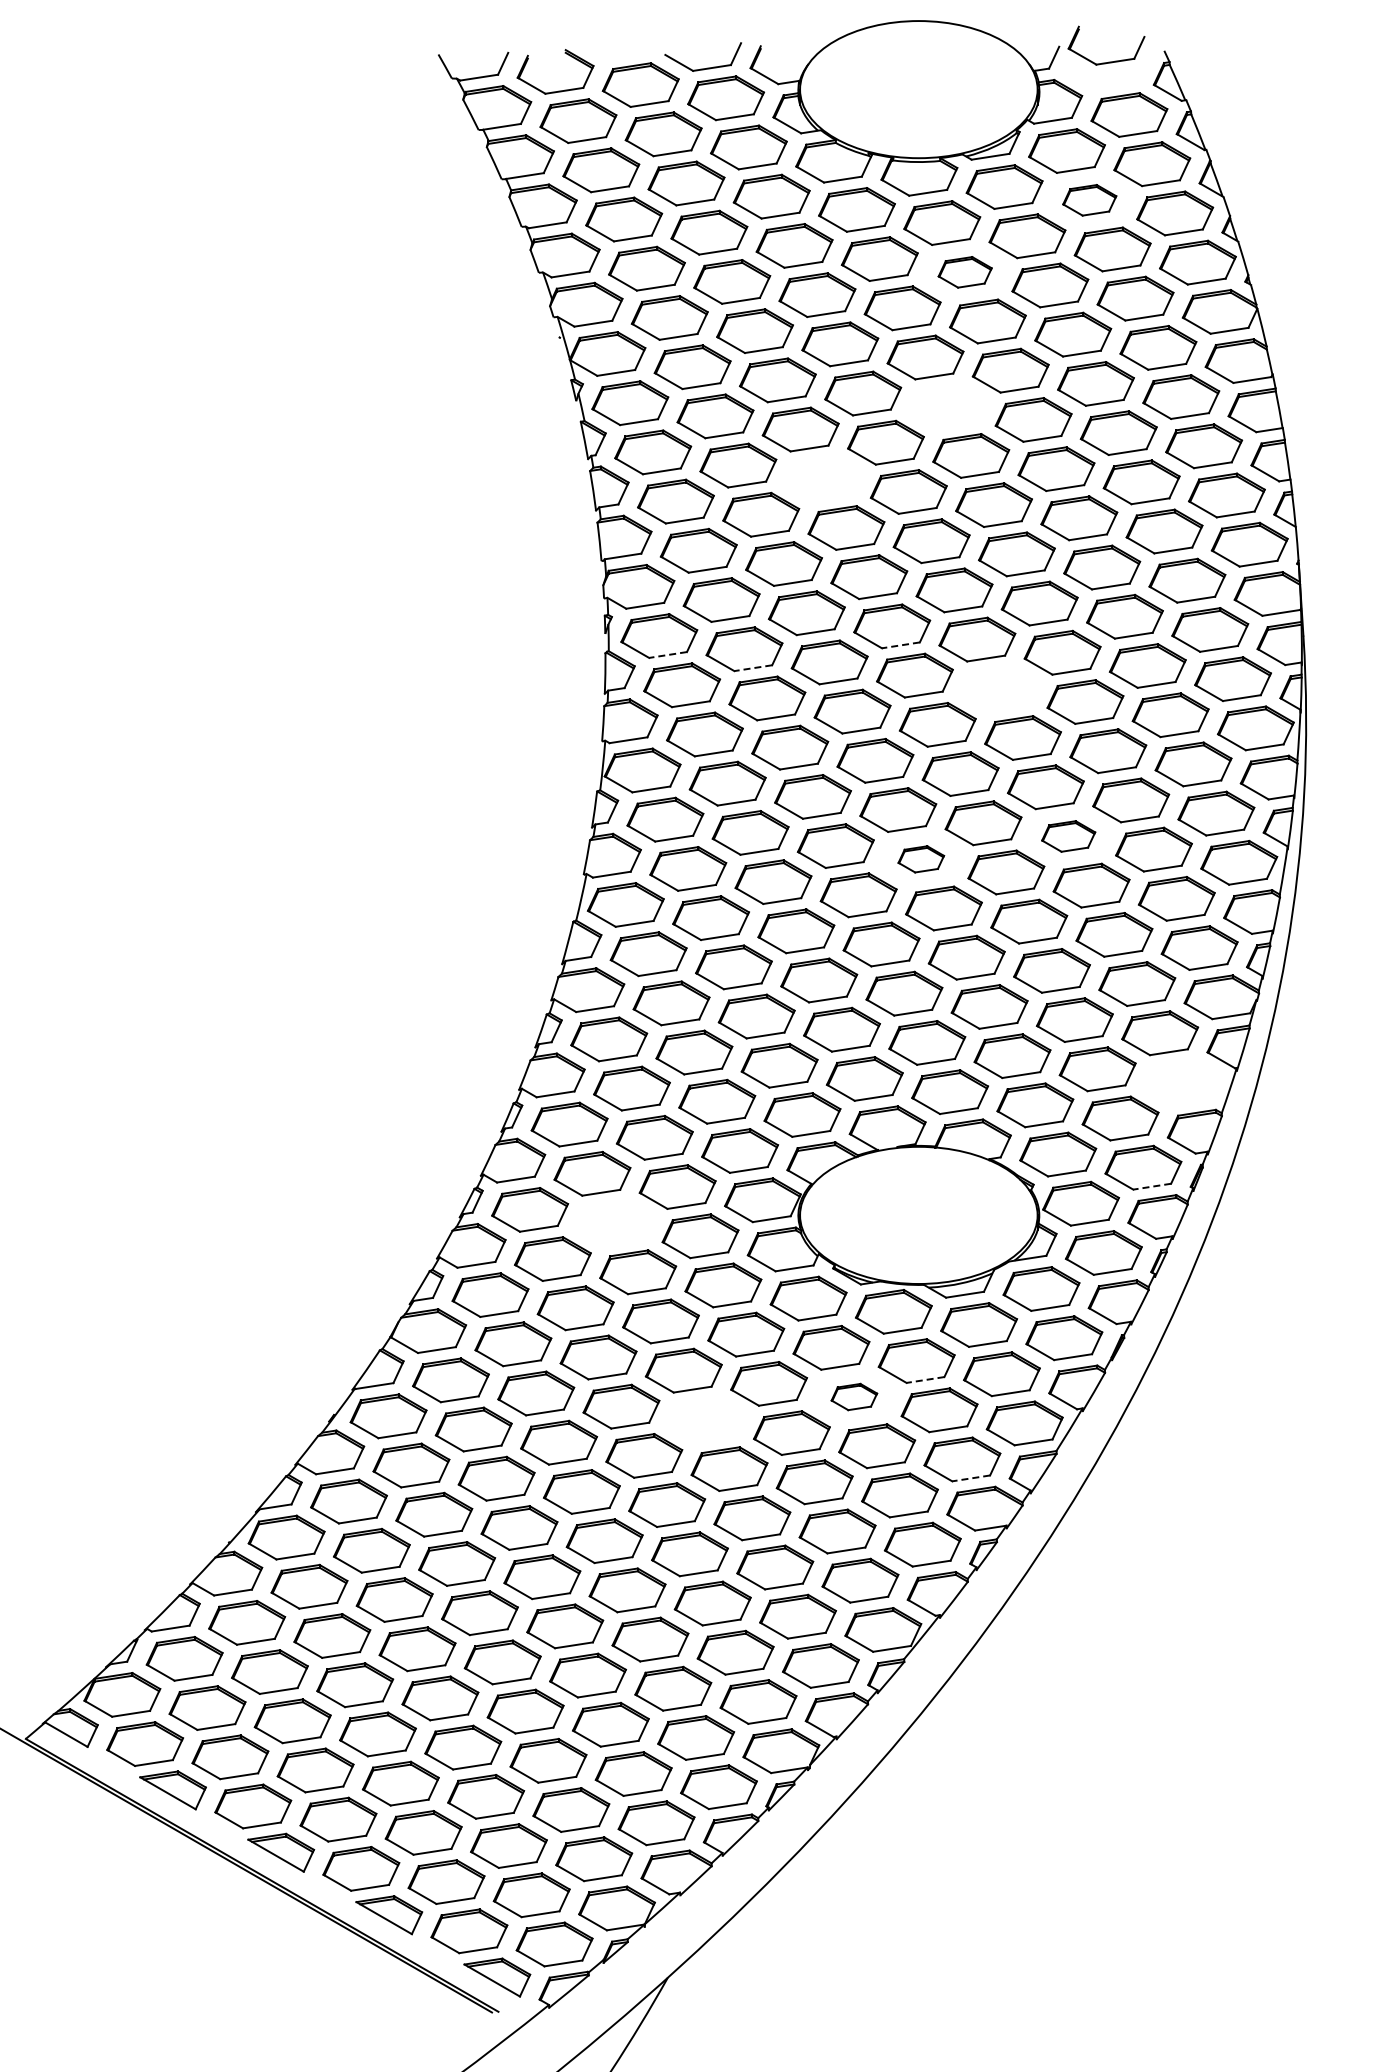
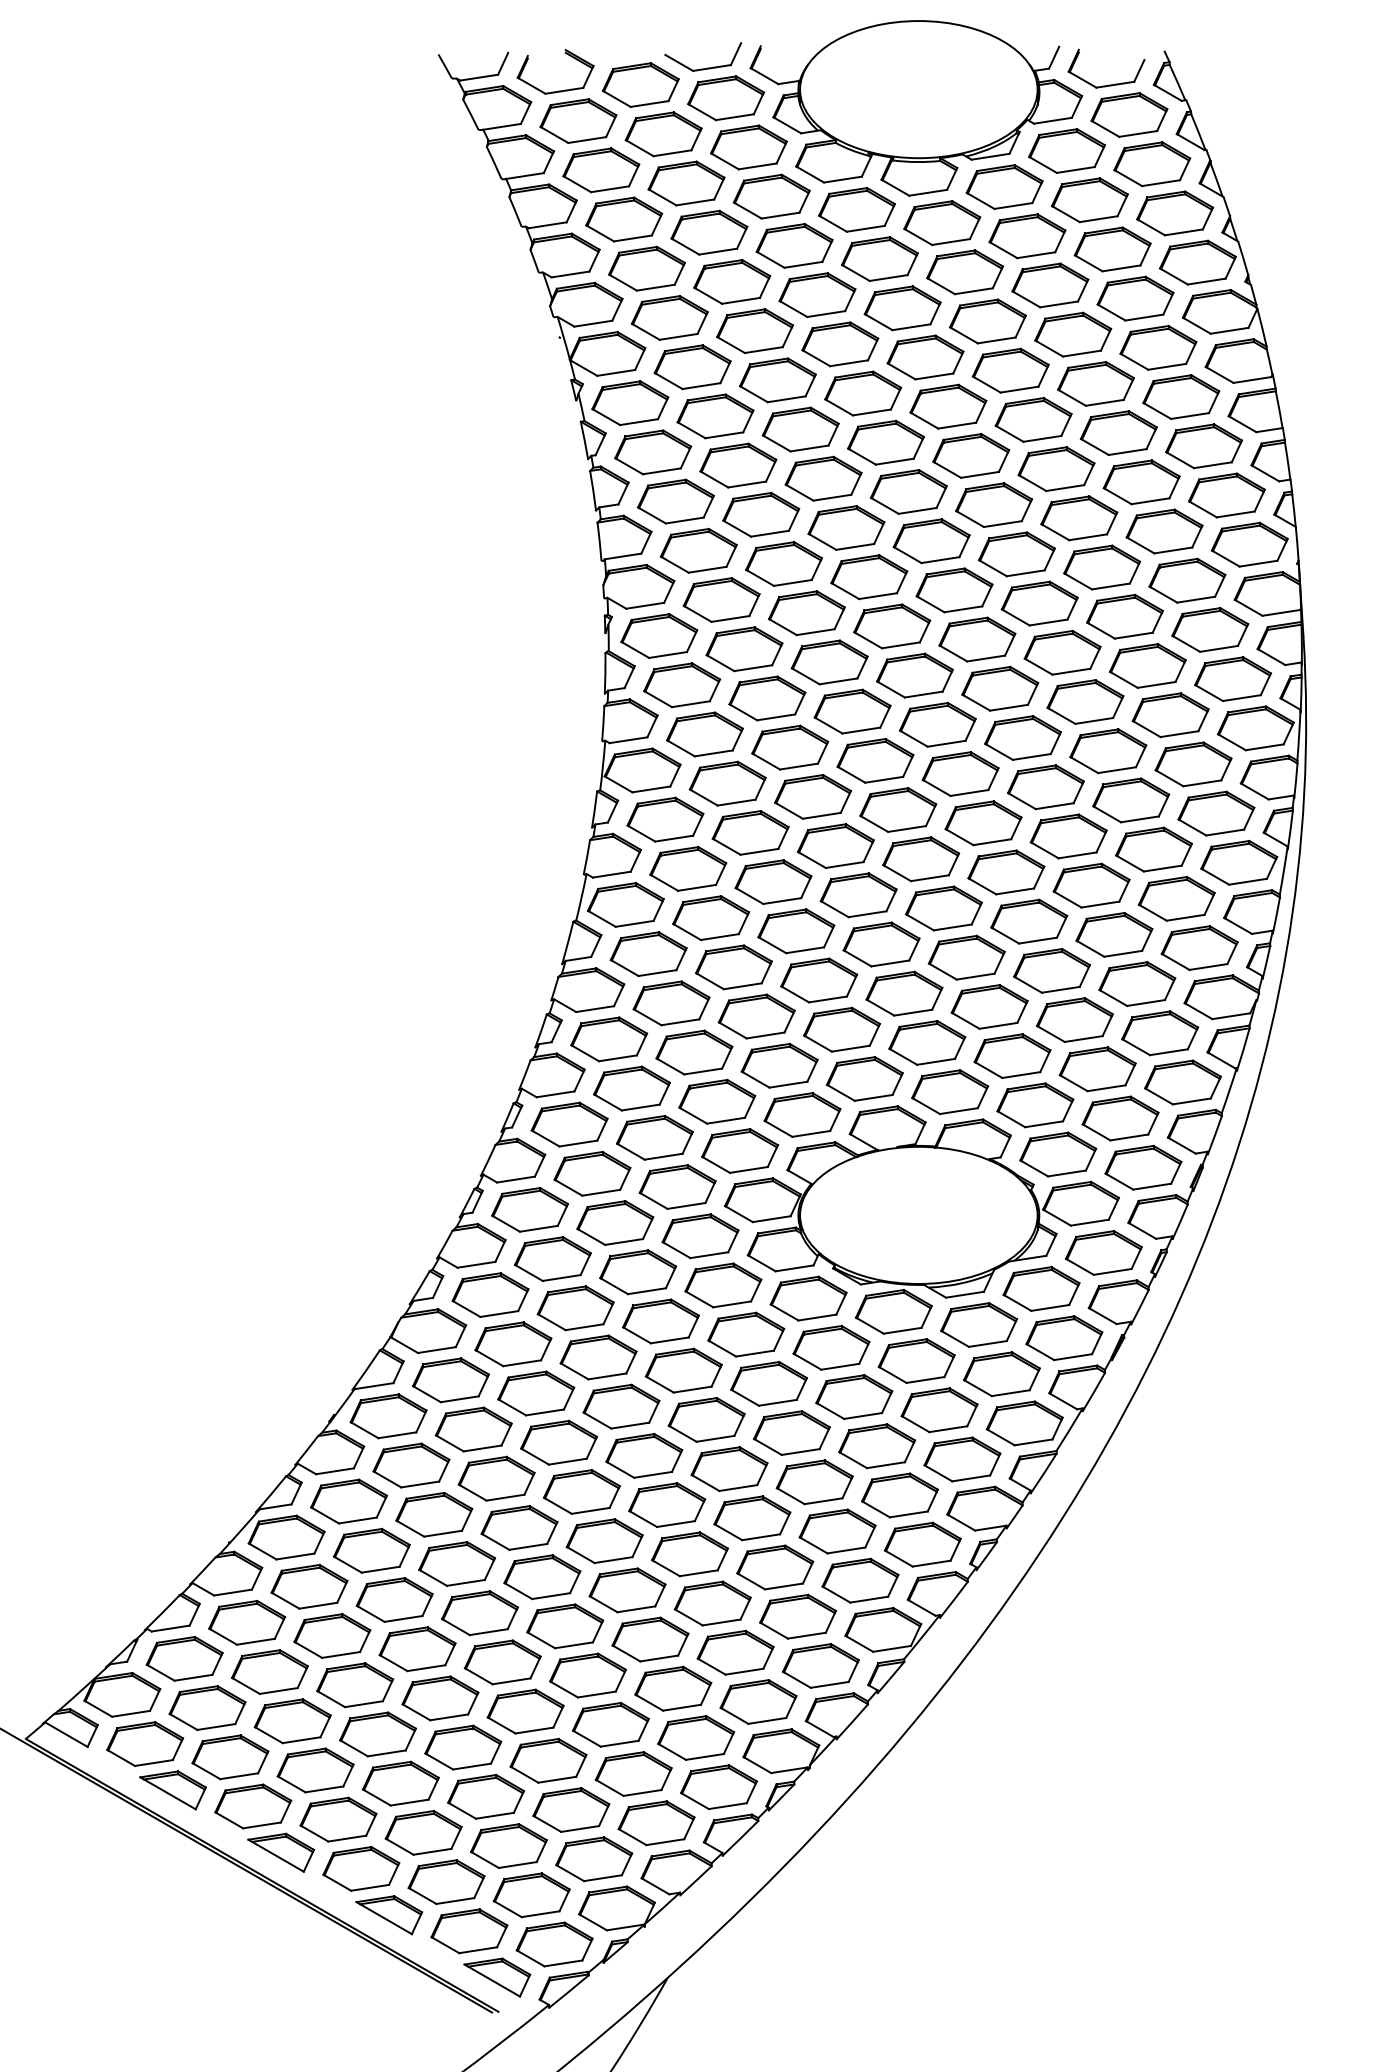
part at (1108, 61) position: (1108, 61) -> (1108, 84)
part at (1089, 200) size: 56x33 px -> 79x47 px
part at (964, 272) size: 56x33 px -> 79x47 px
part at (948, 406): none -> present
part at (823, 478): none -> present
line at (900, 645): dashed -> solid
line at (667, 655): dashed -> solid
line at (752, 668): dashed -> solid
part at (1000, 688): none -> present
part at (1068, 836) size: 56x33 px -> 79x47 px
part at (921, 859) size: 49x29 px -> 79x47 px
part at (1182, 1082): none -> present
line at (1151, 1186): dashed -> solid
part at (615, 1222): none -> present
line at (925, 1380): dashed -> solid
part at (854, 1396) size: 49x30 px -> 79x46 px
part at (706, 1419): none -> present
line at (970, 1478): dashed -> solid
